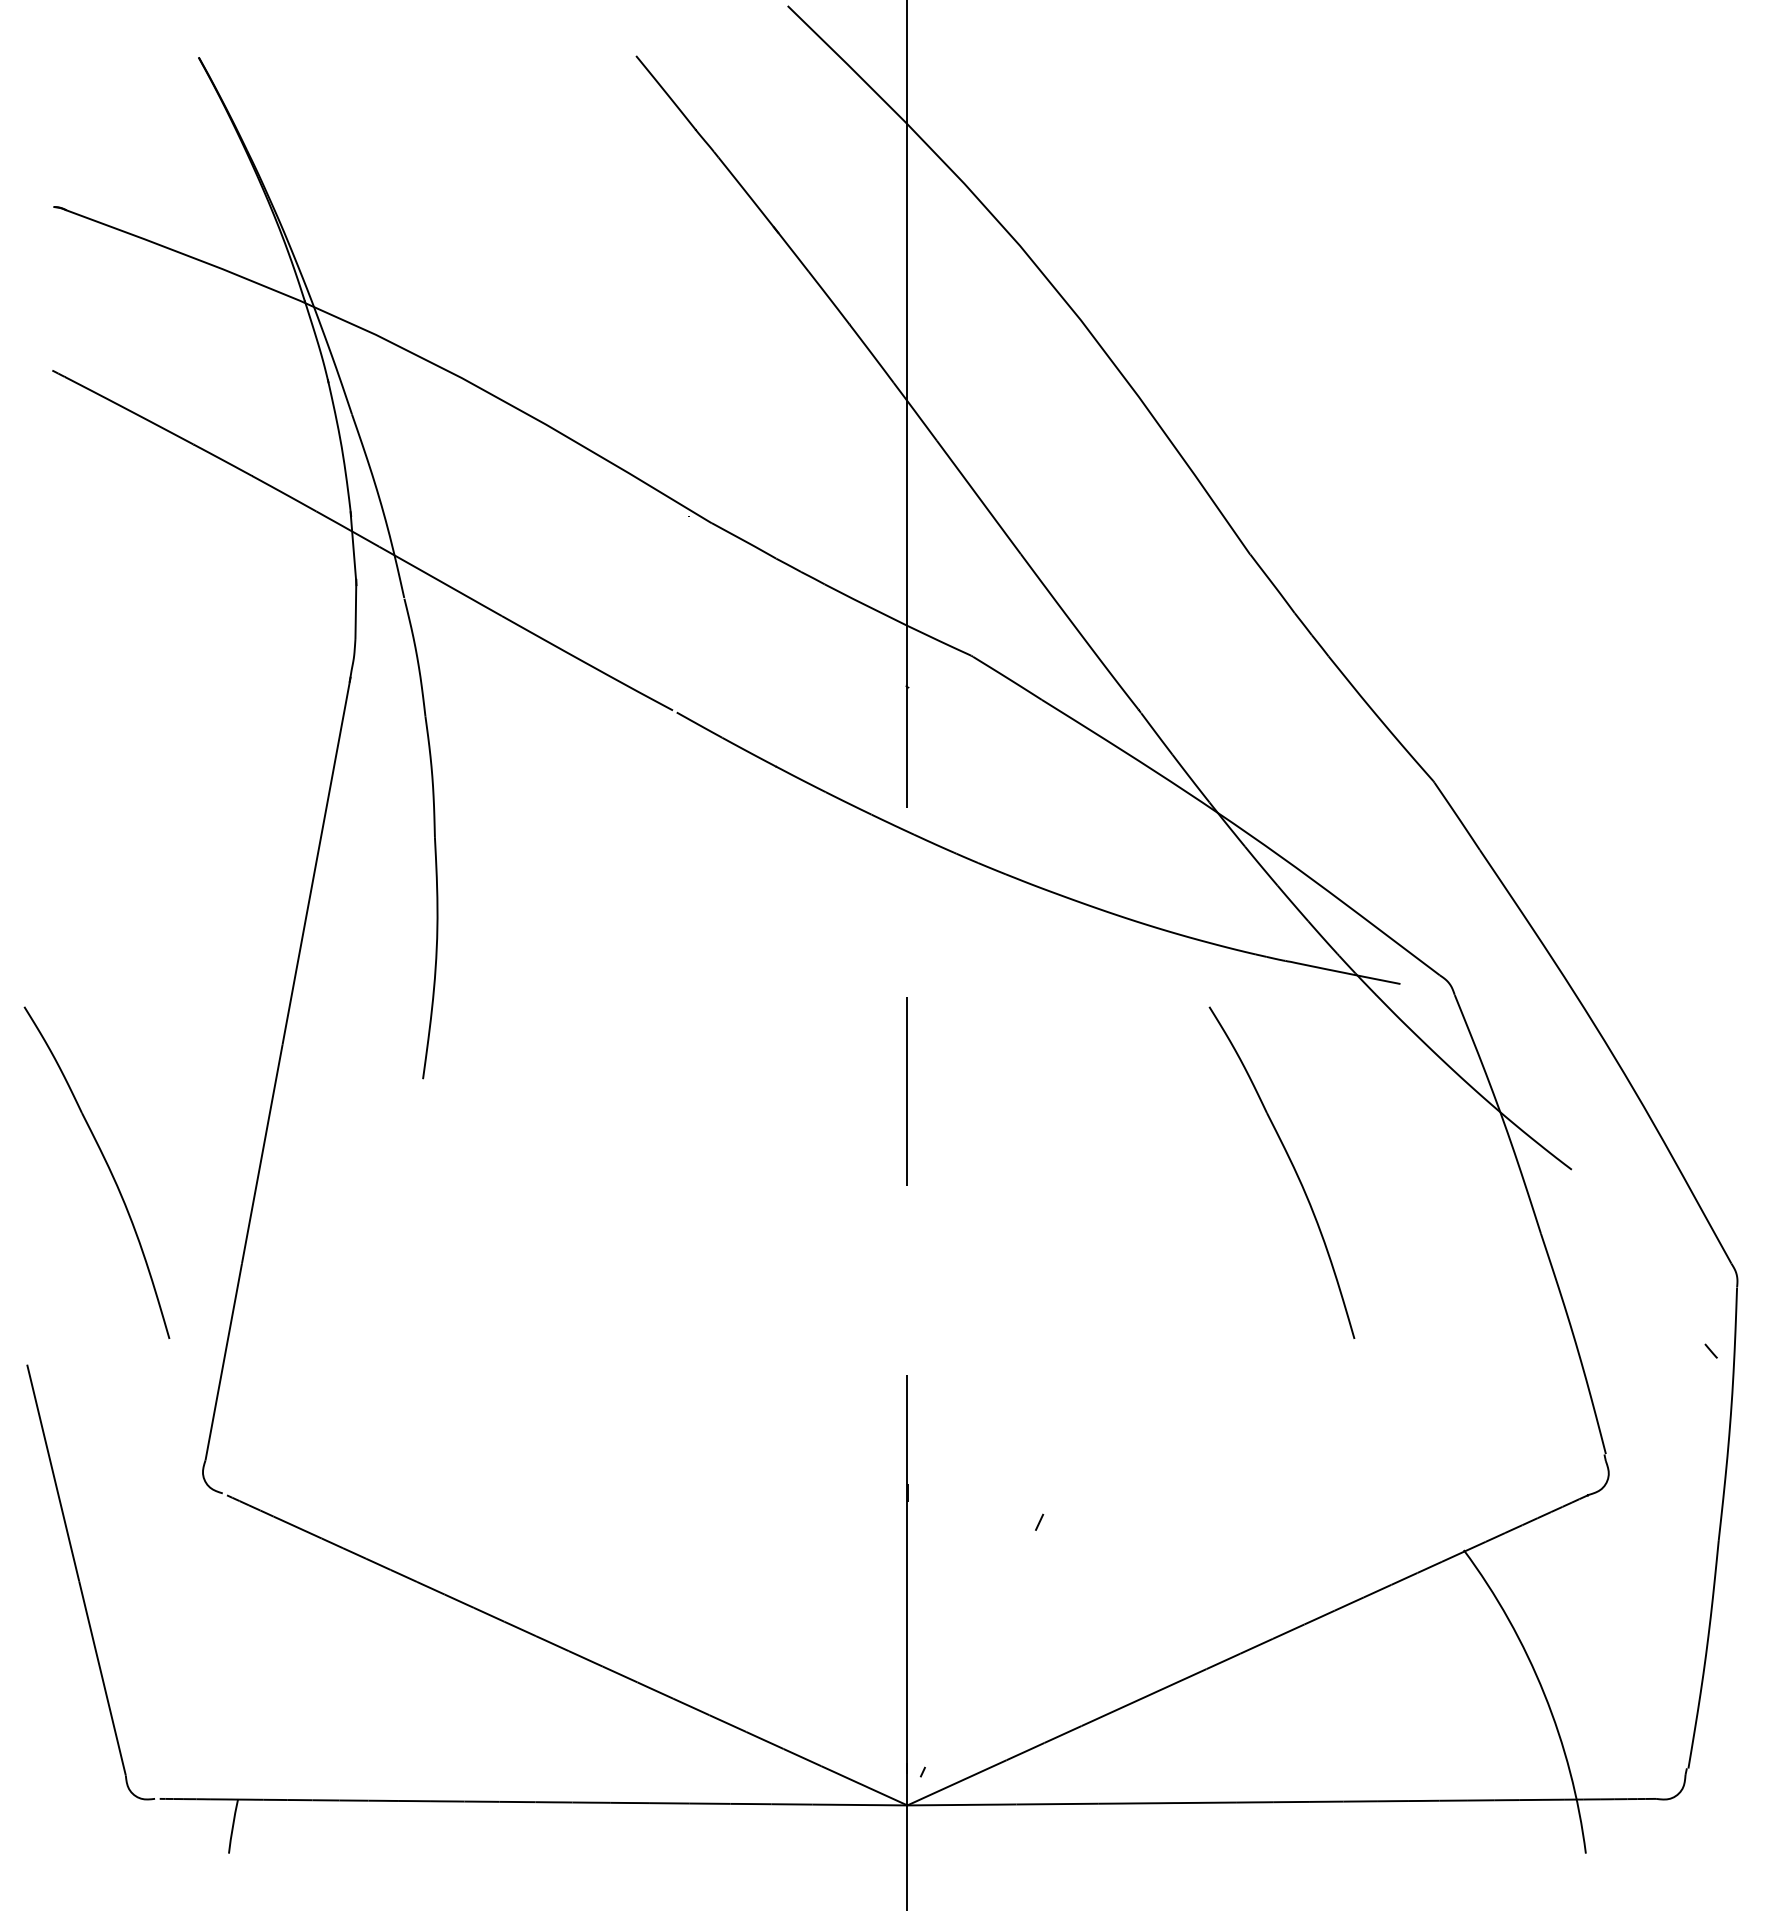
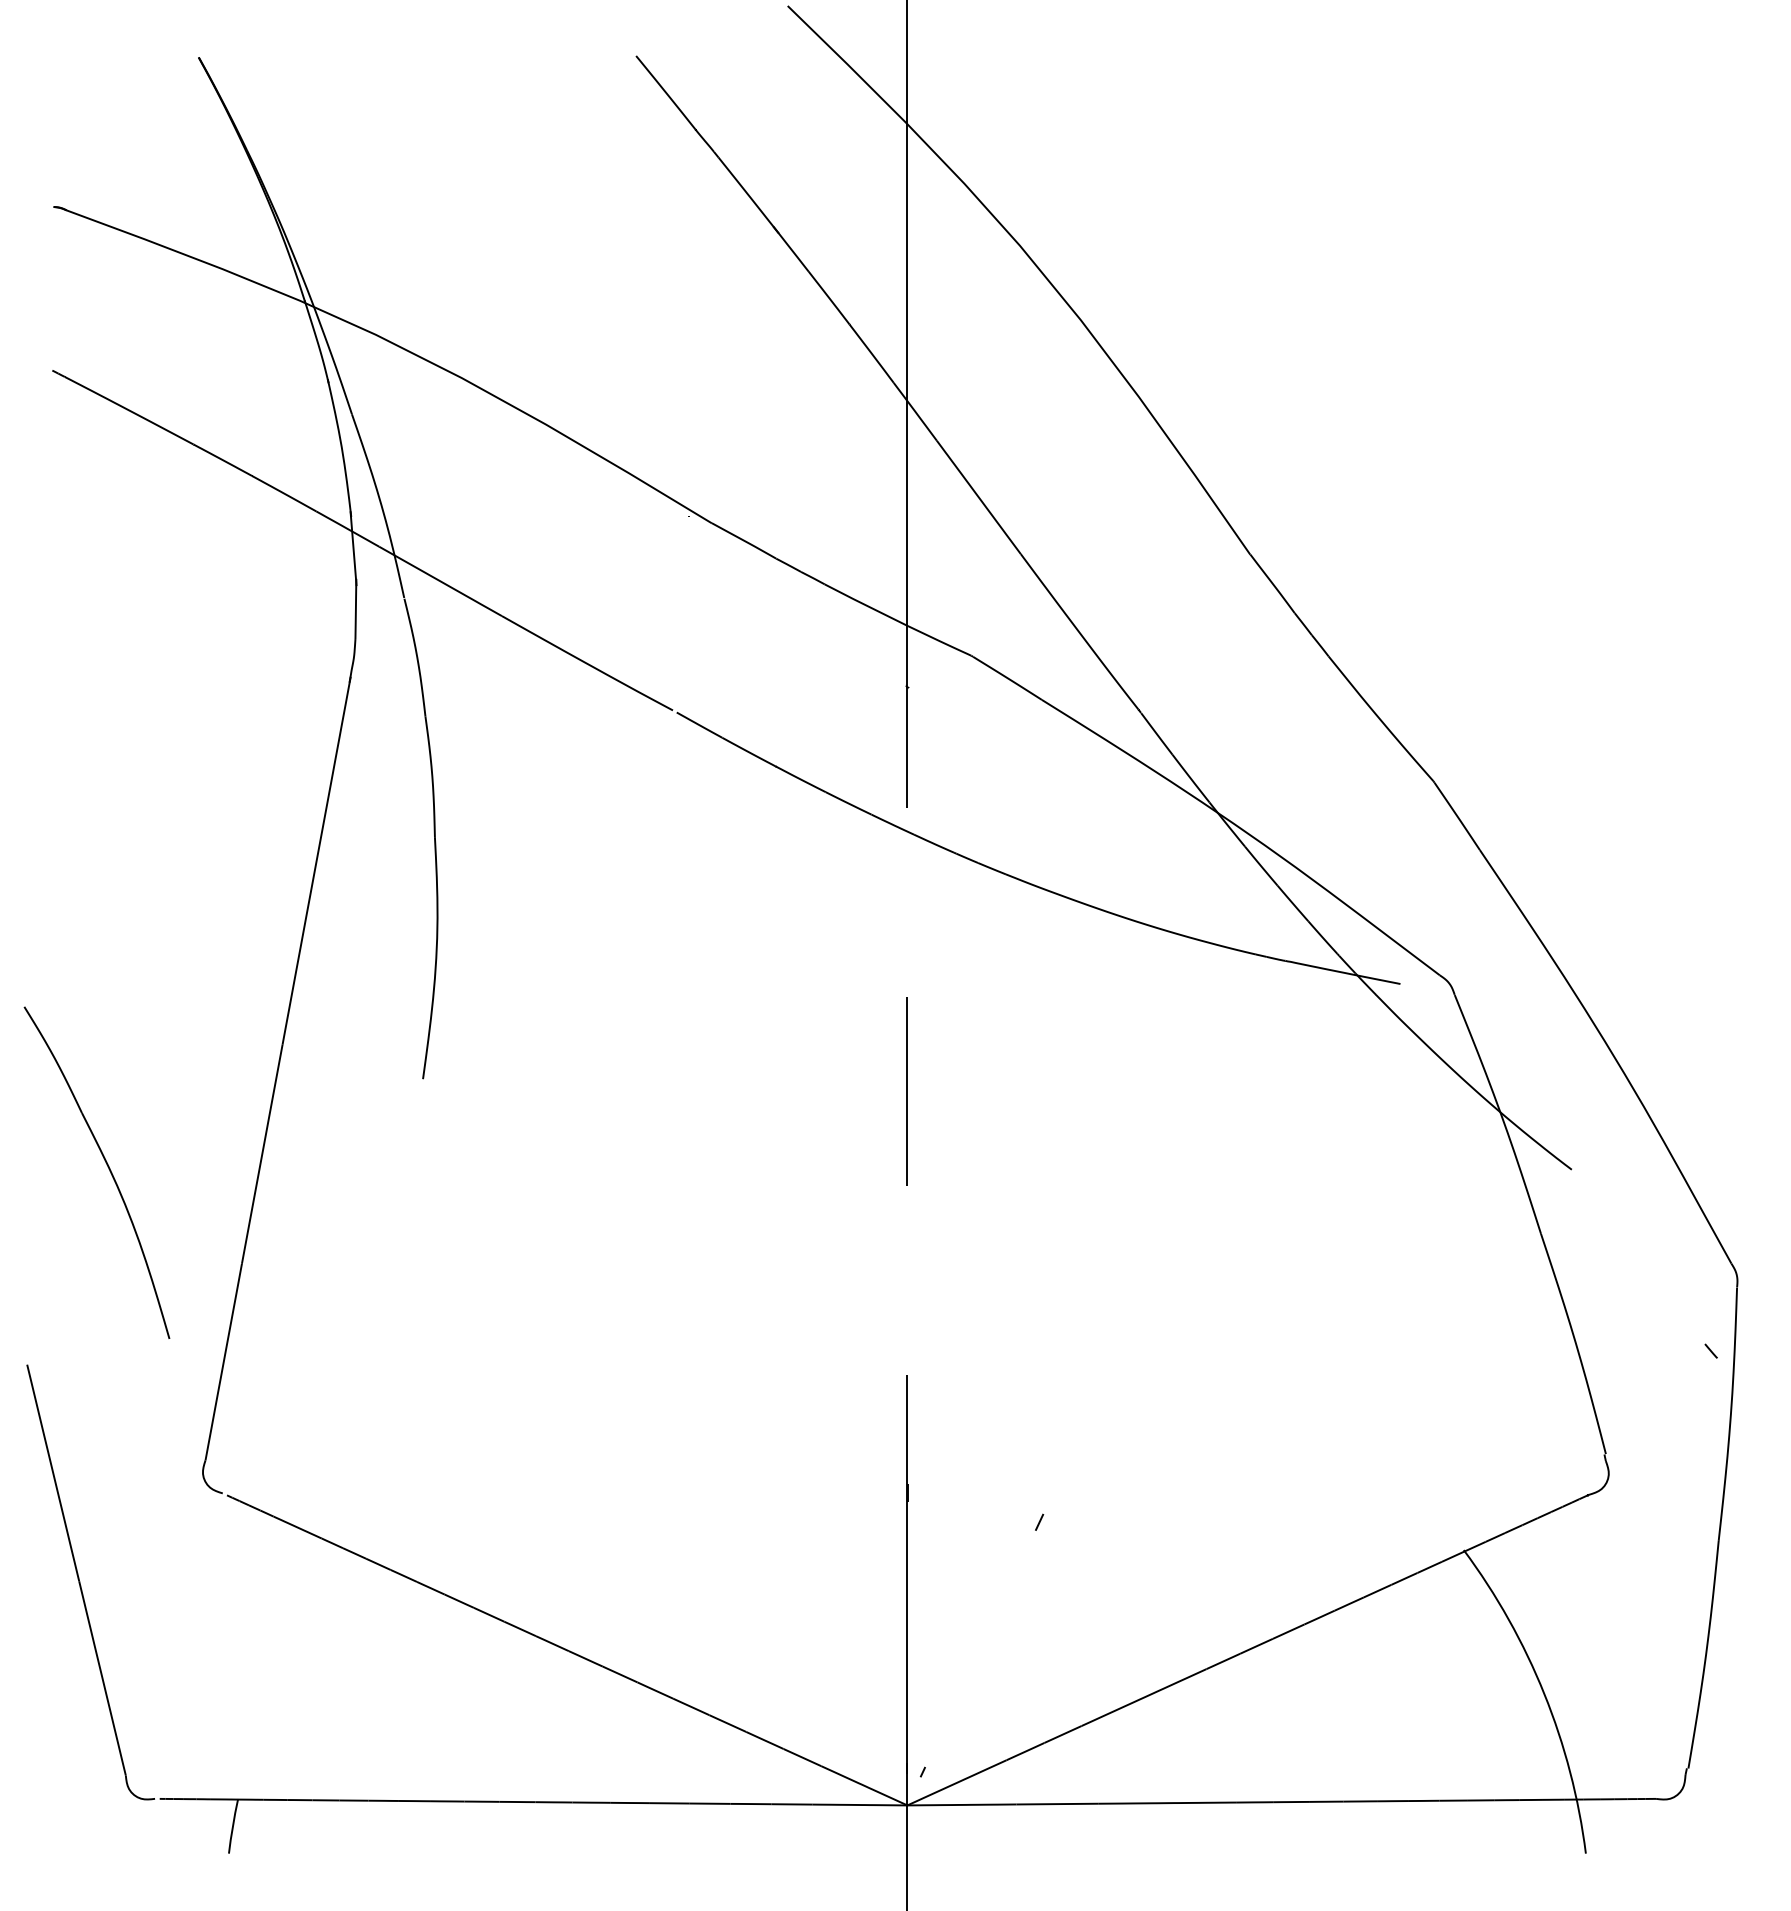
part at (1292, 1167): present -> none
